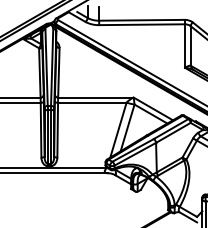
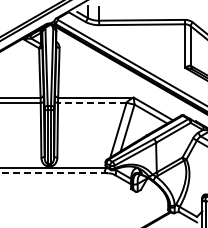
line at (91, 102): solid -> dashed
line at (53, 173): solid -> dashed
